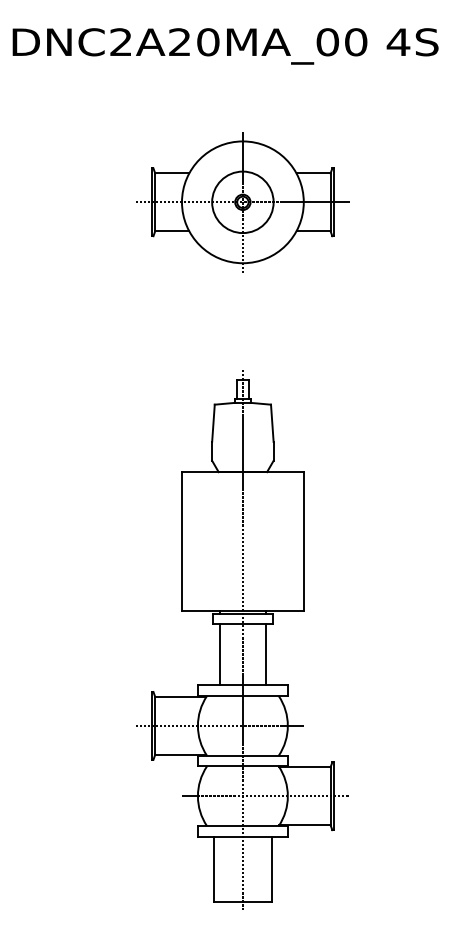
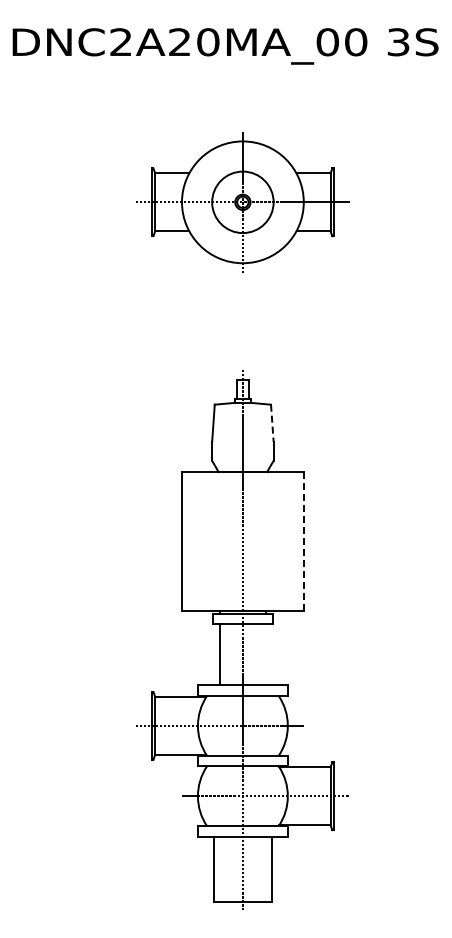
text at (398, 42): 4S -> 3S
line at (272, 423): solid -> dashed
line at (303, 541): solid -> dashed
line at (265, 654): present -> none
